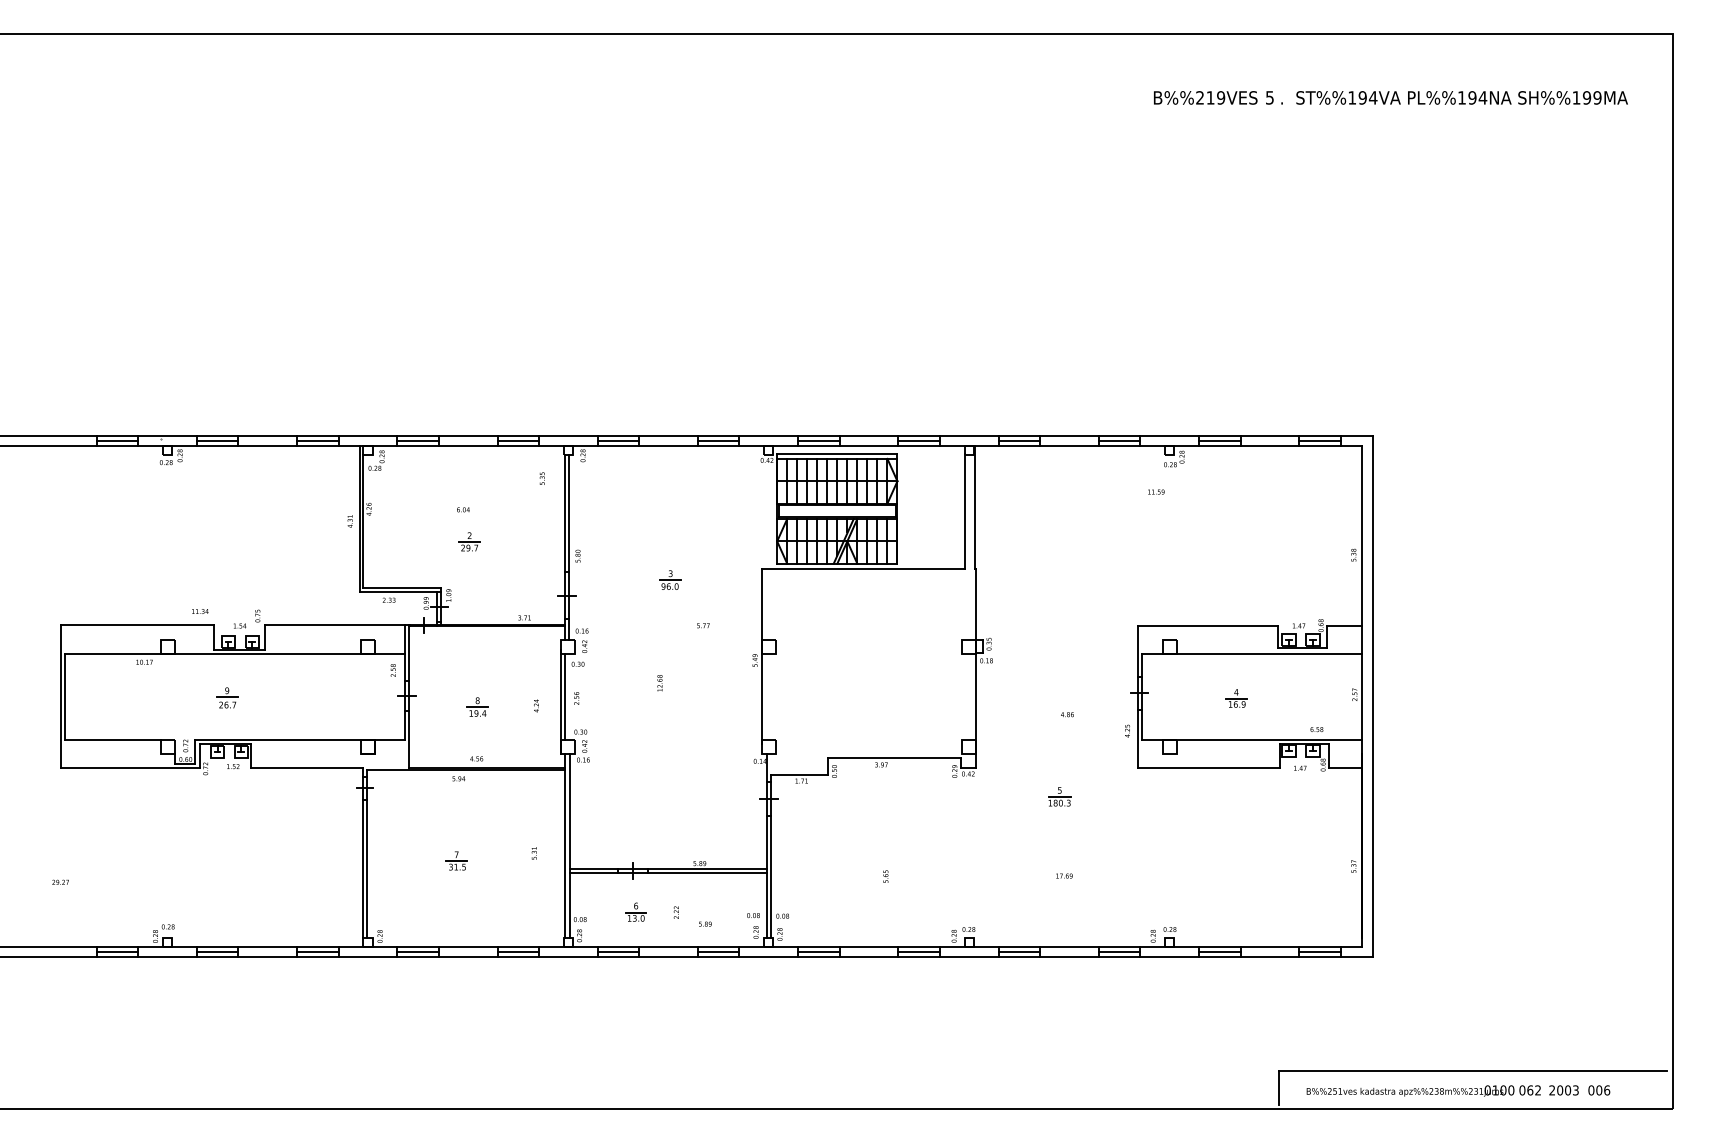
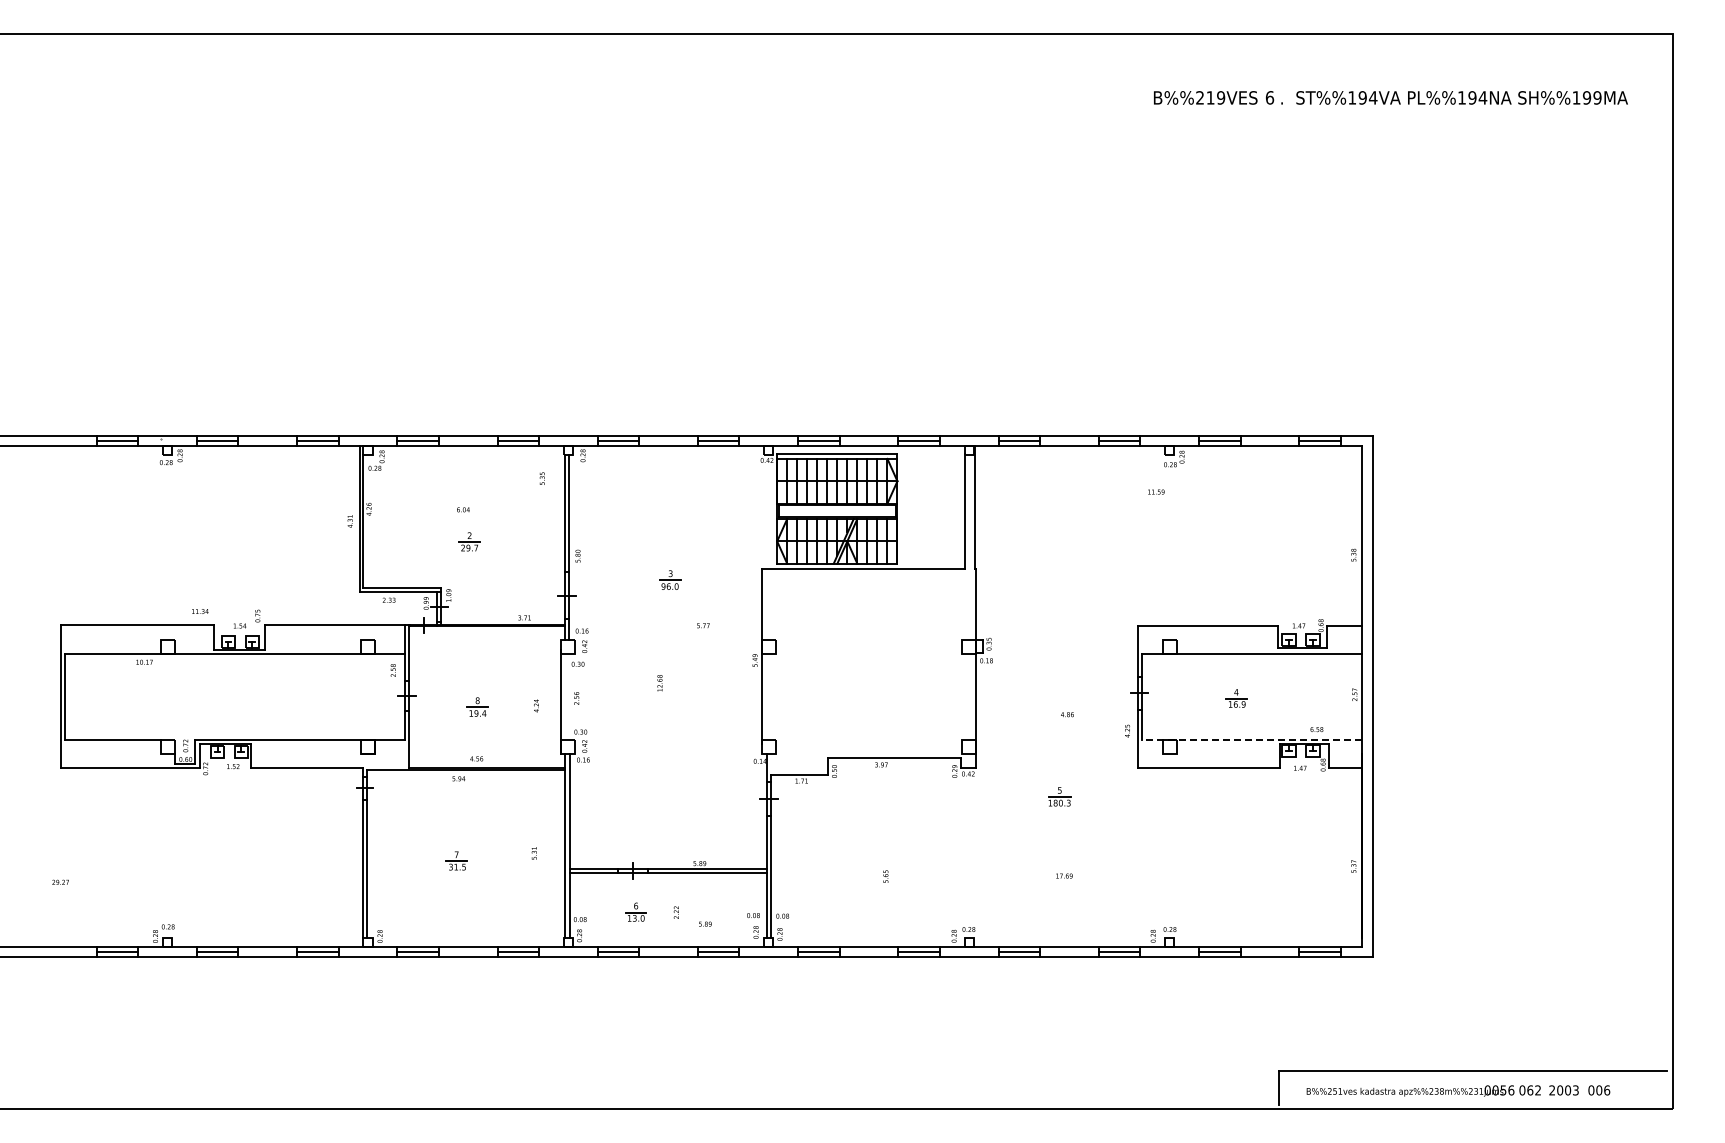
text at (1269, 97): 5 -> 6
line at (565, 696): present -> none
part at (227, 697): present -> none
line at (1252, 739): solid -> dashed
text at (1503, 1090): 0100 -> 0056
